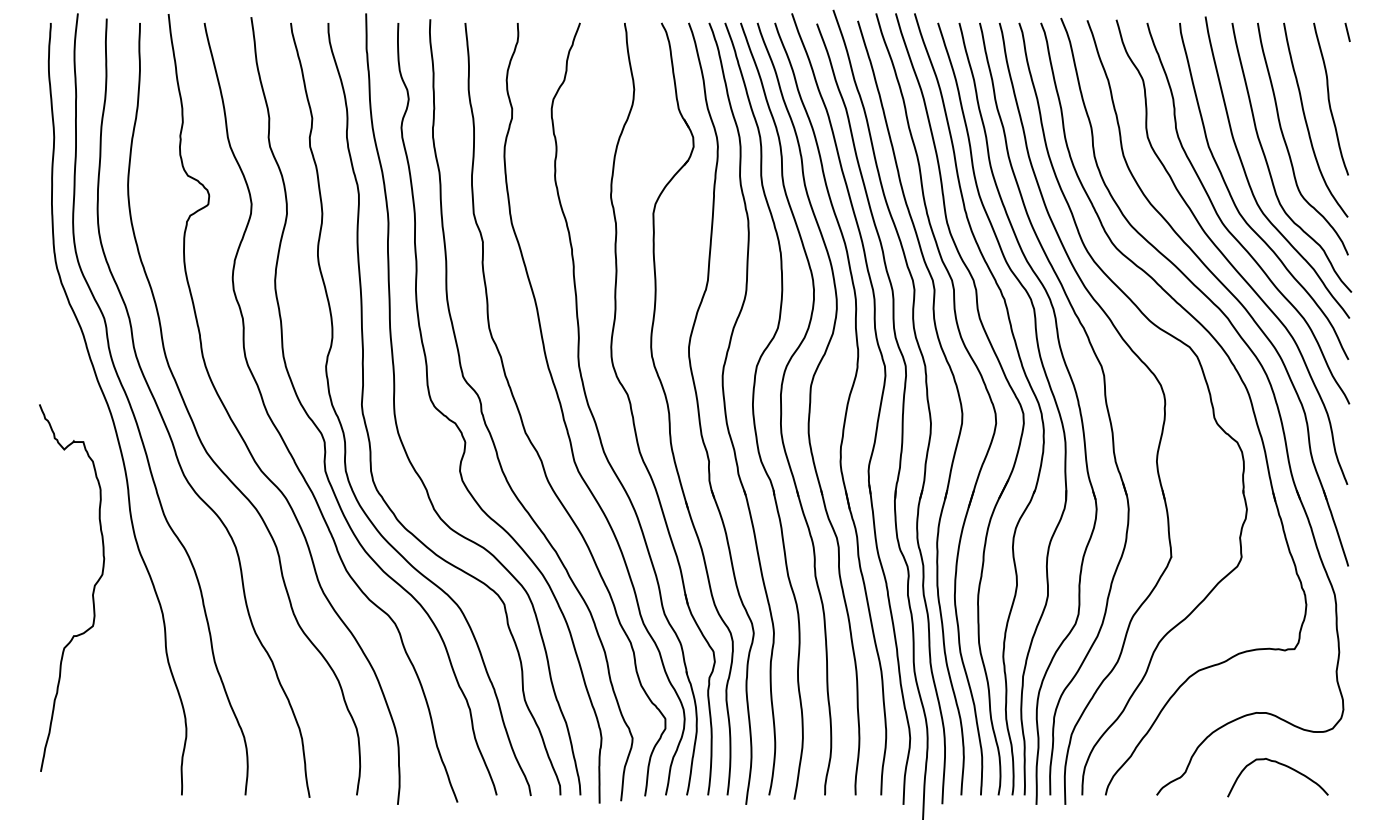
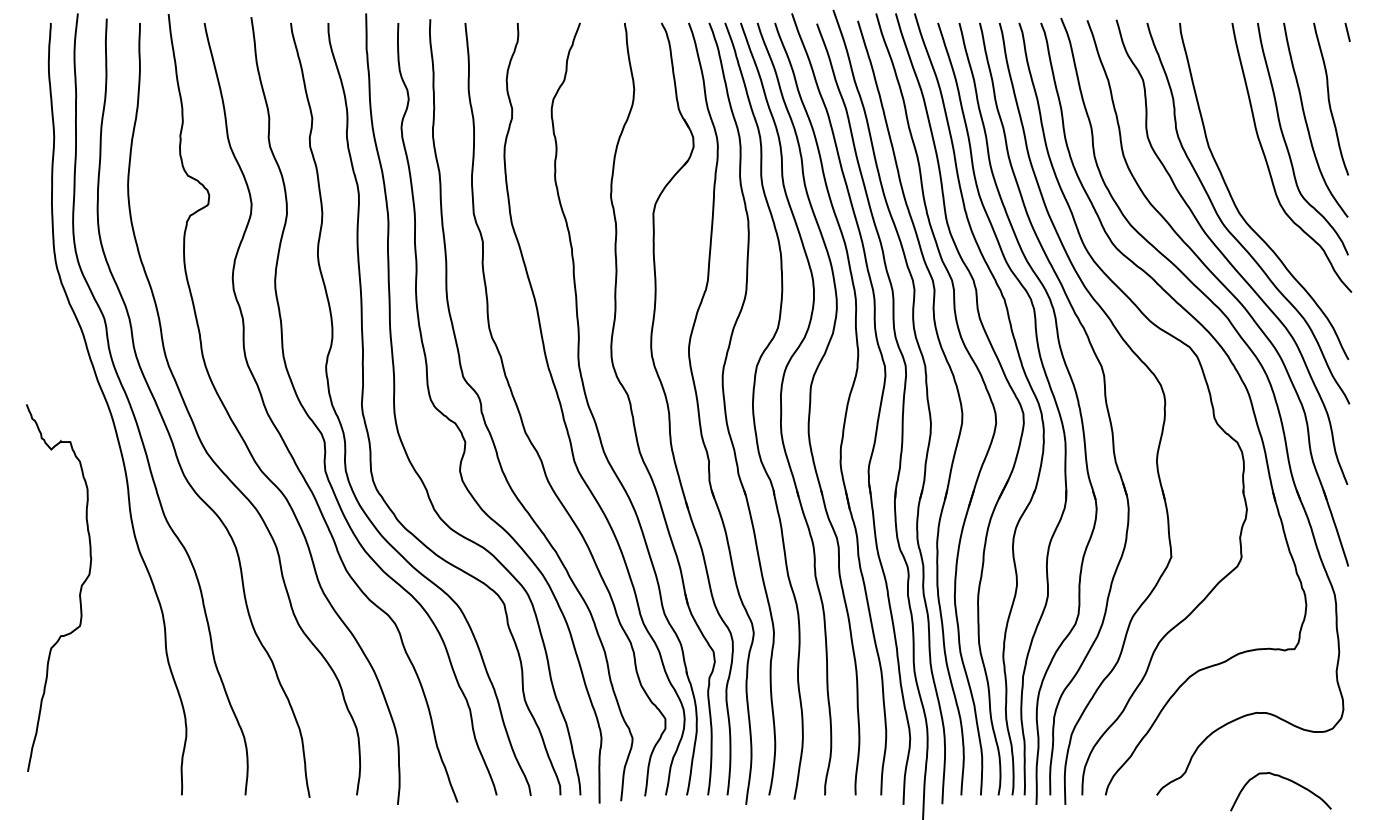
curve at (1249, 181): present -> none
curve at (92, 591) position: (92, 591) -> (79, 591)
curve at (1281, 765) position: (1281, 765) -> (1284, 779)
